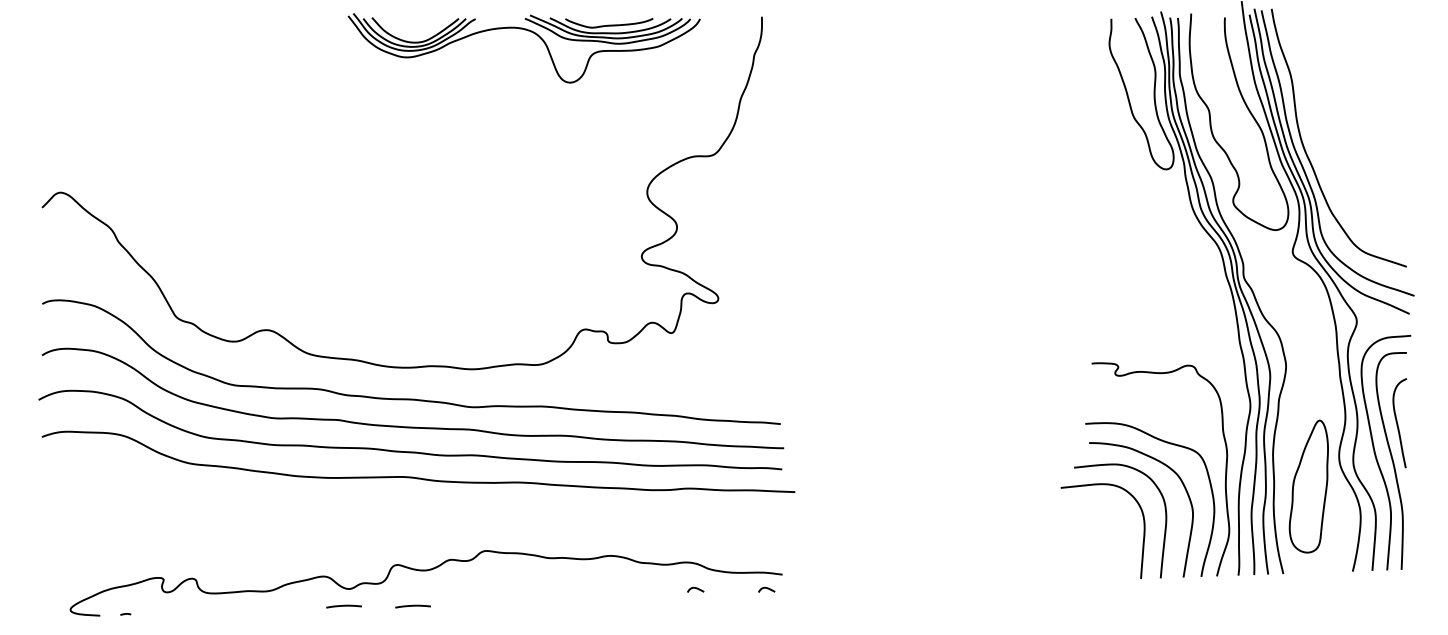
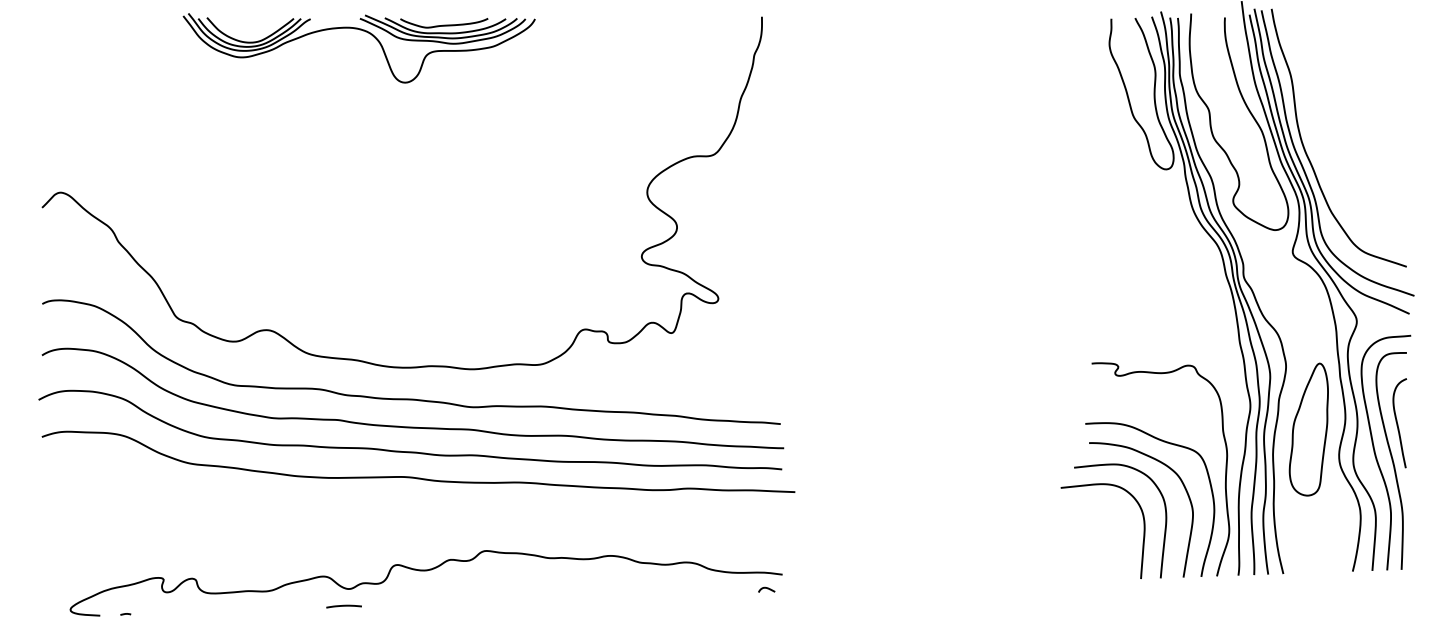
part at (530, 32) position: (530, 32) -> (365, 32)
part at (1308, 486) position: (1308, 486) -> (1308, 429)
curve at (695, 588): present -> none
curve at (412, 606): present -> none
